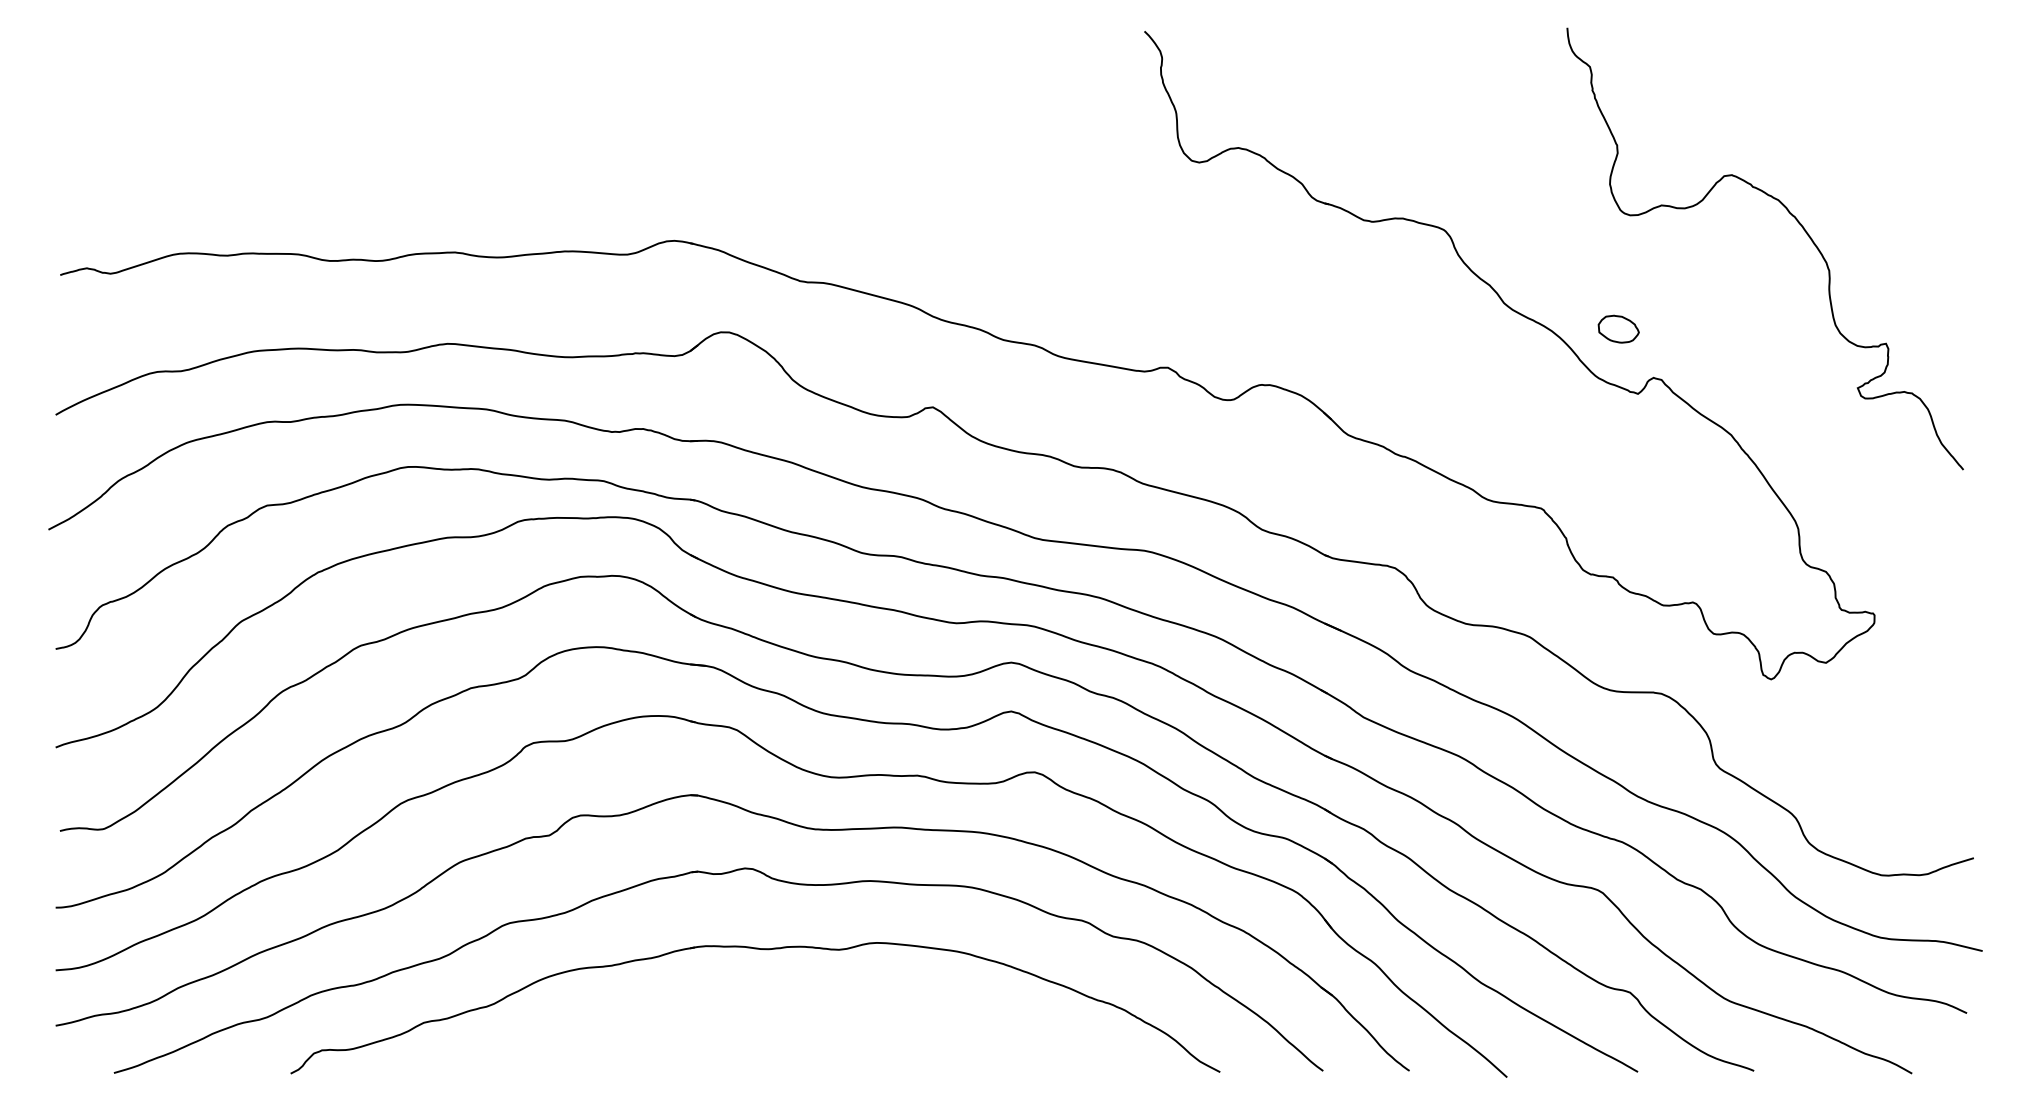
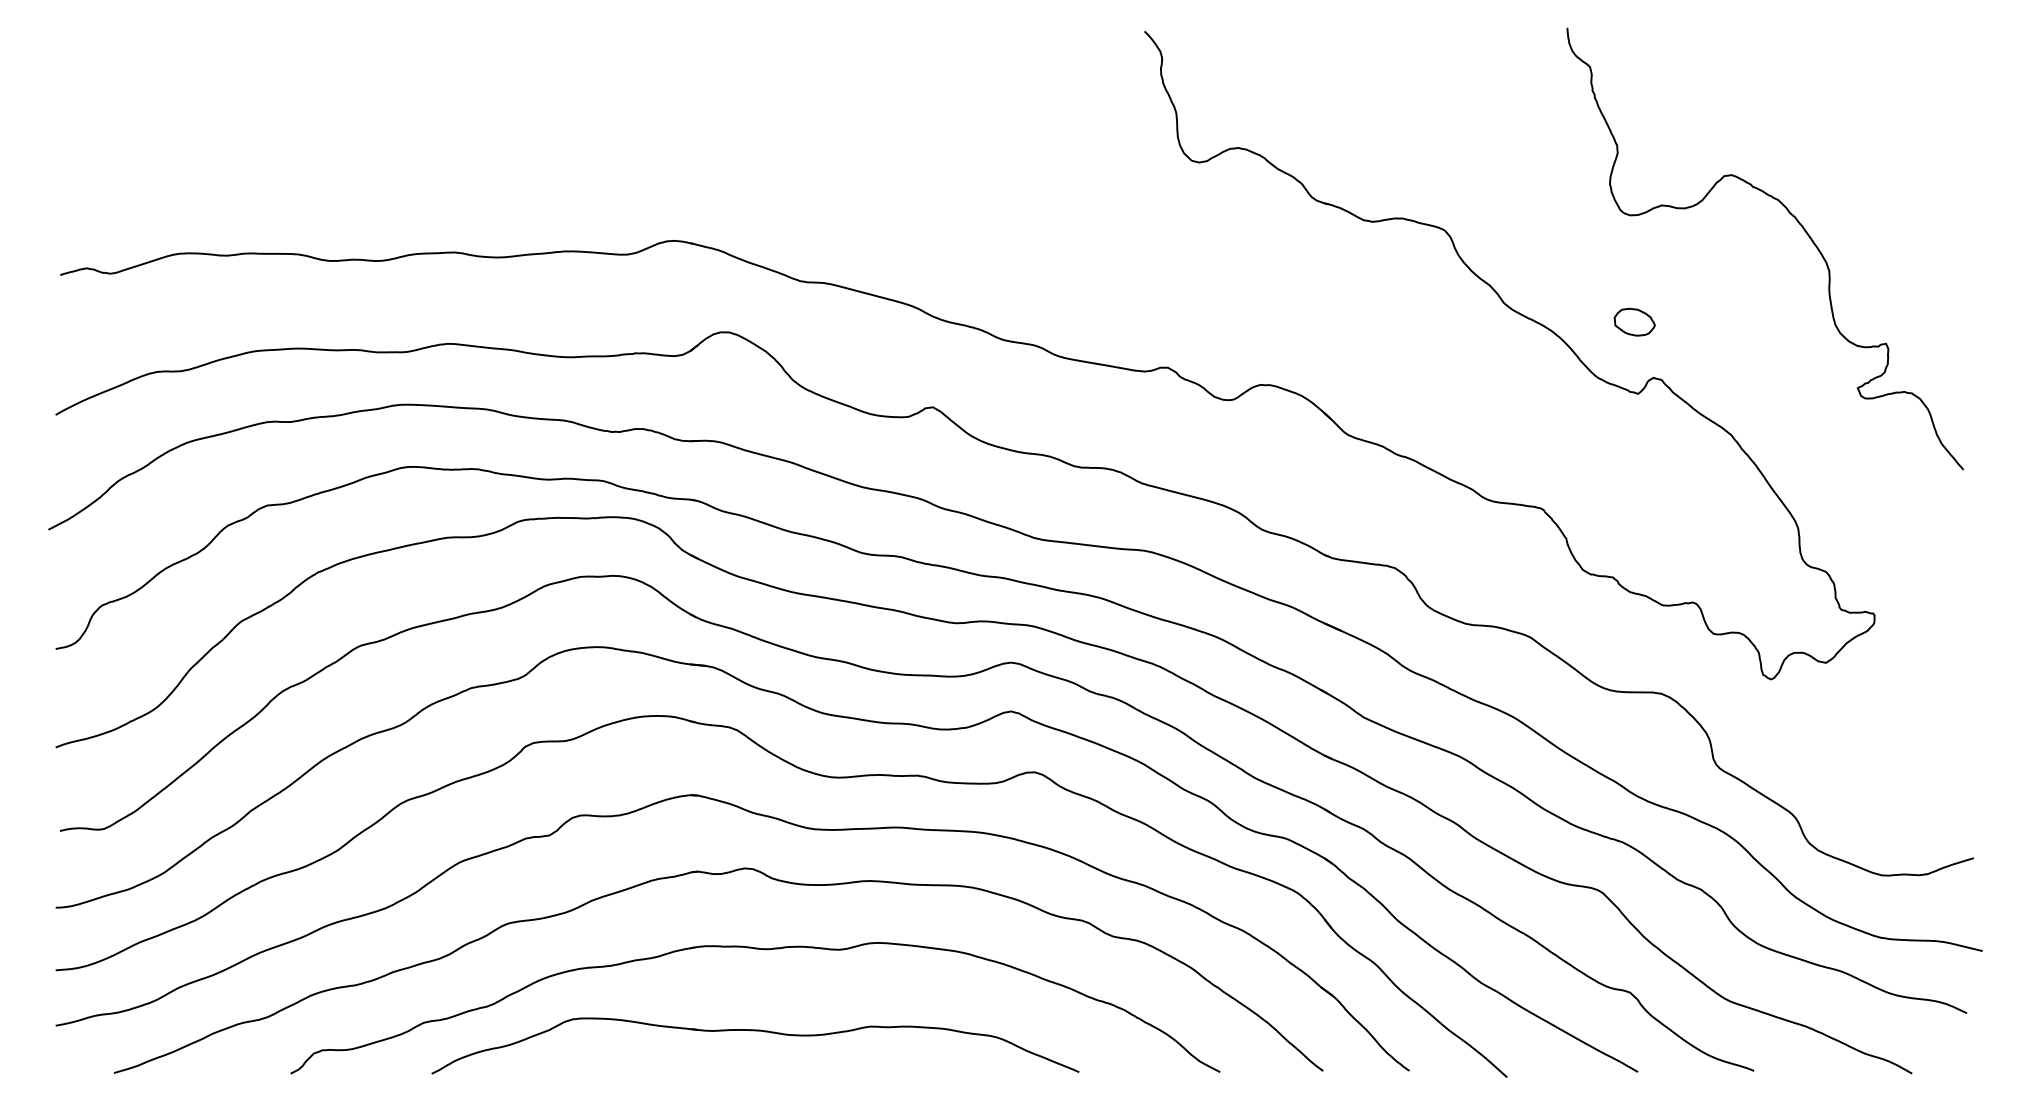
part at (1618, 328) position: (1618, 328) -> (1634, 321)
part at (755, 1031): none -> present
